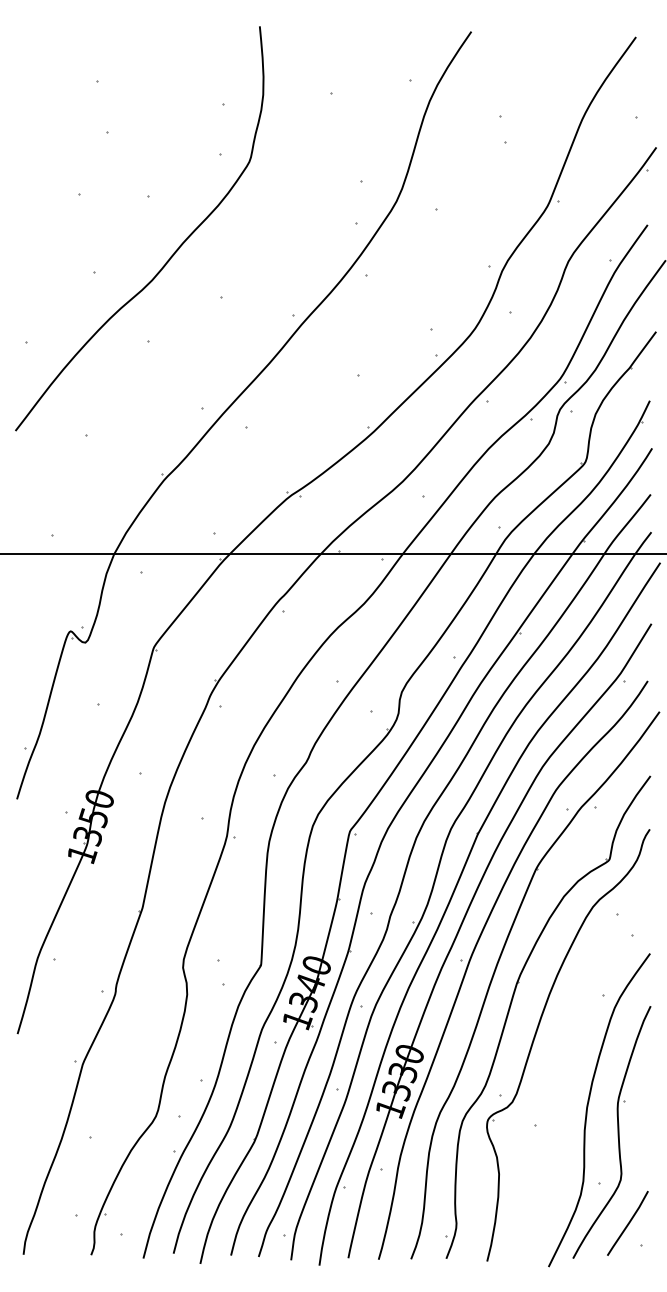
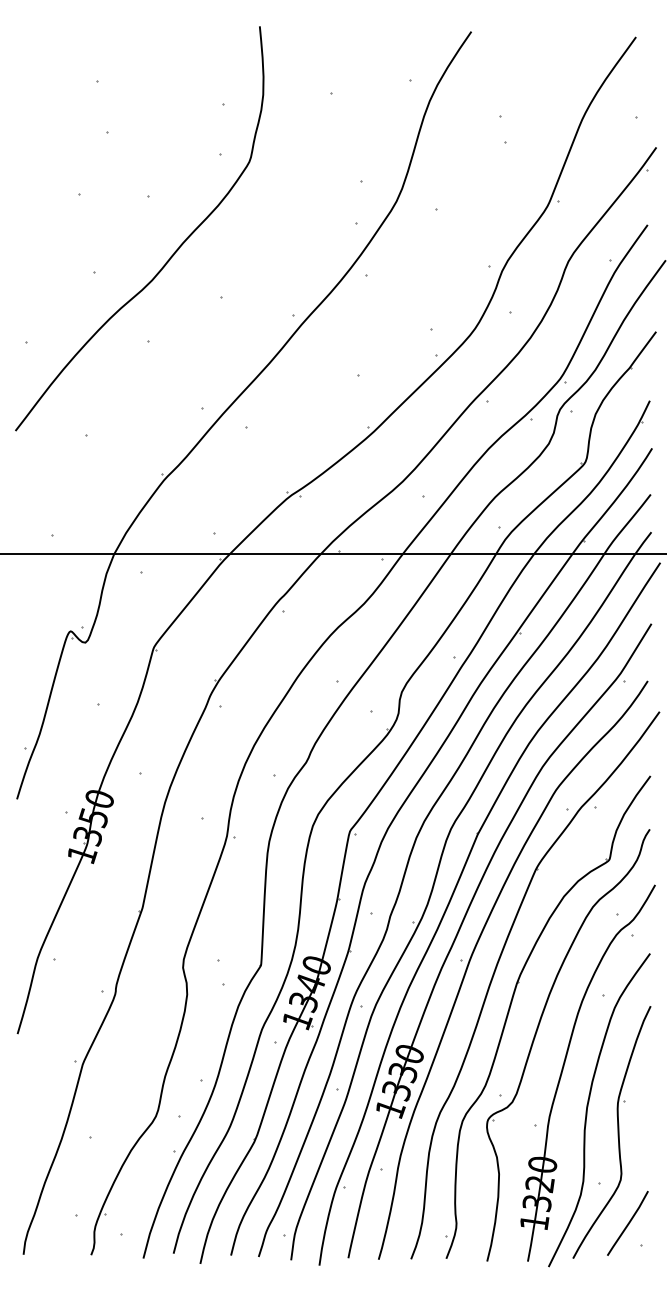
part at (565, 1063): none -> present
